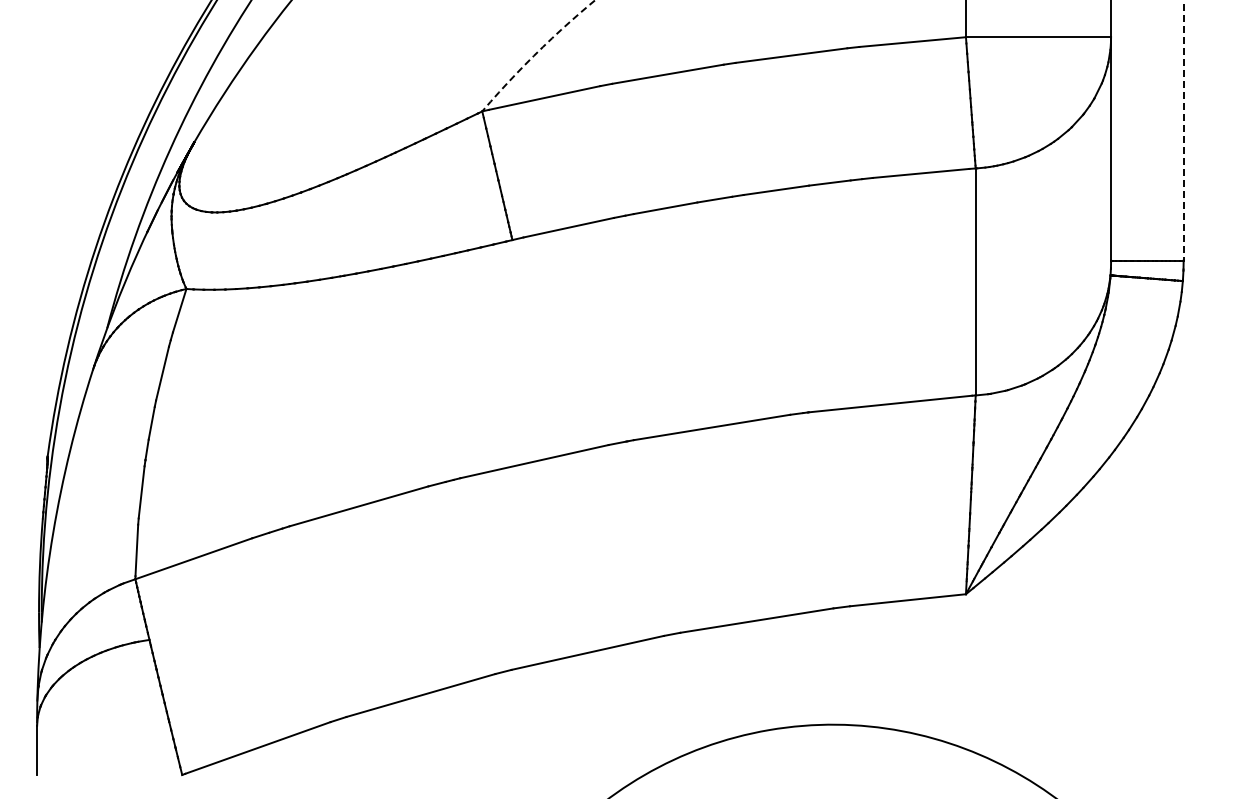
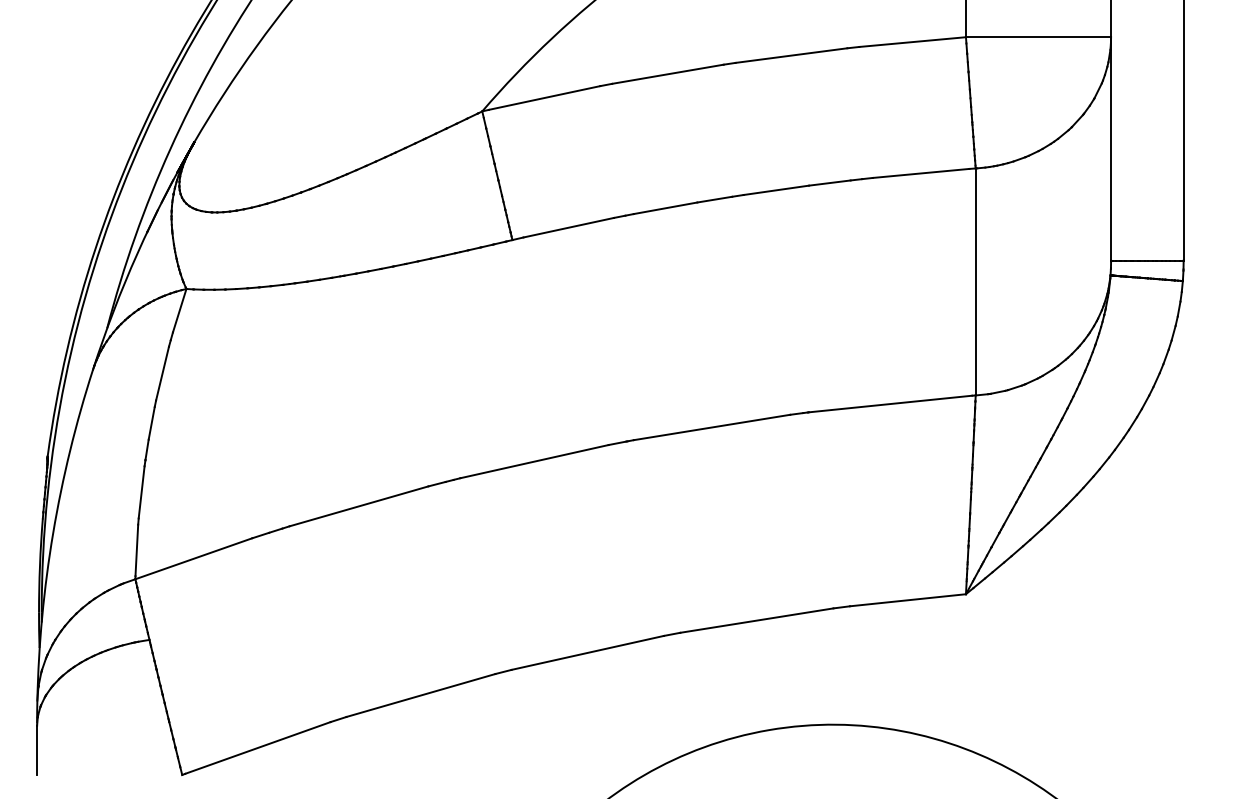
arc at (536, 53): dashed -> solid
line at (1183, 130): dashed -> solid
